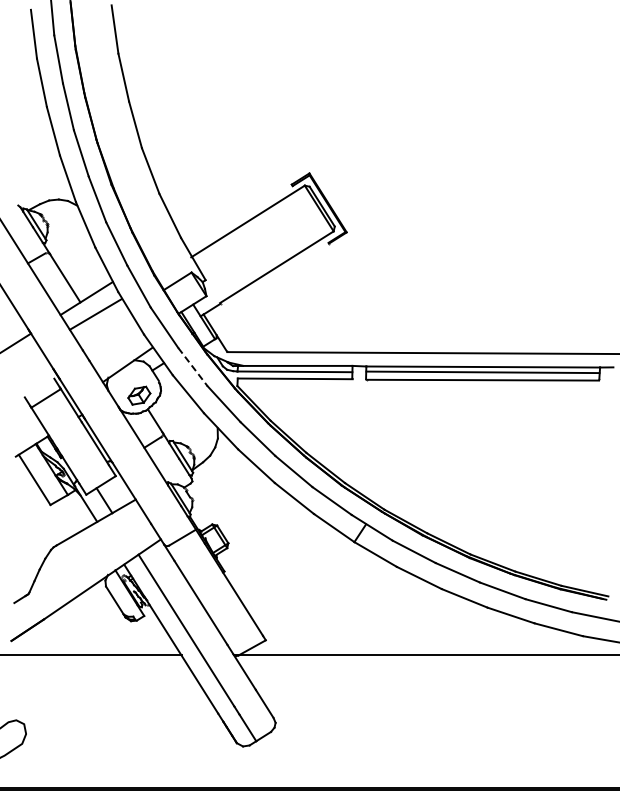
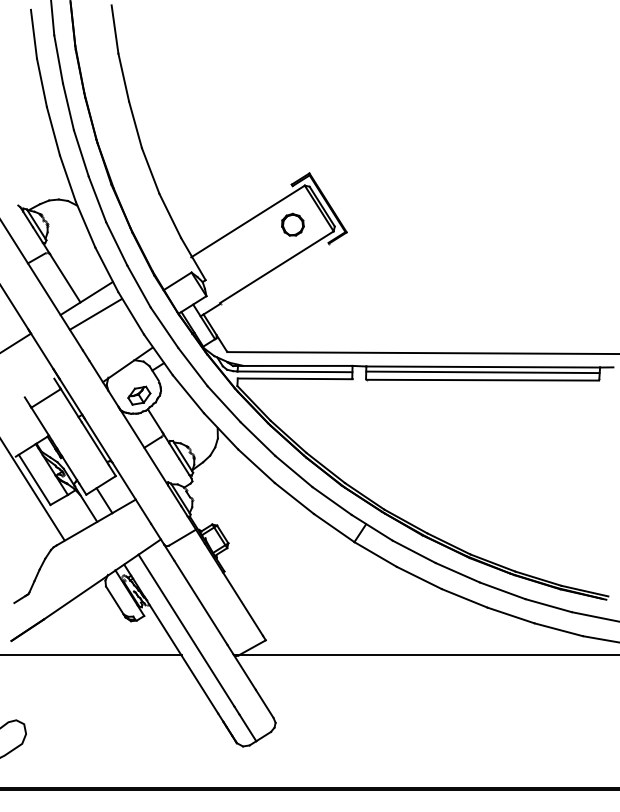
part at (292, 224): none -> present
line at (193, 367): dashed -> solid
line at (33, 490): none -> present
